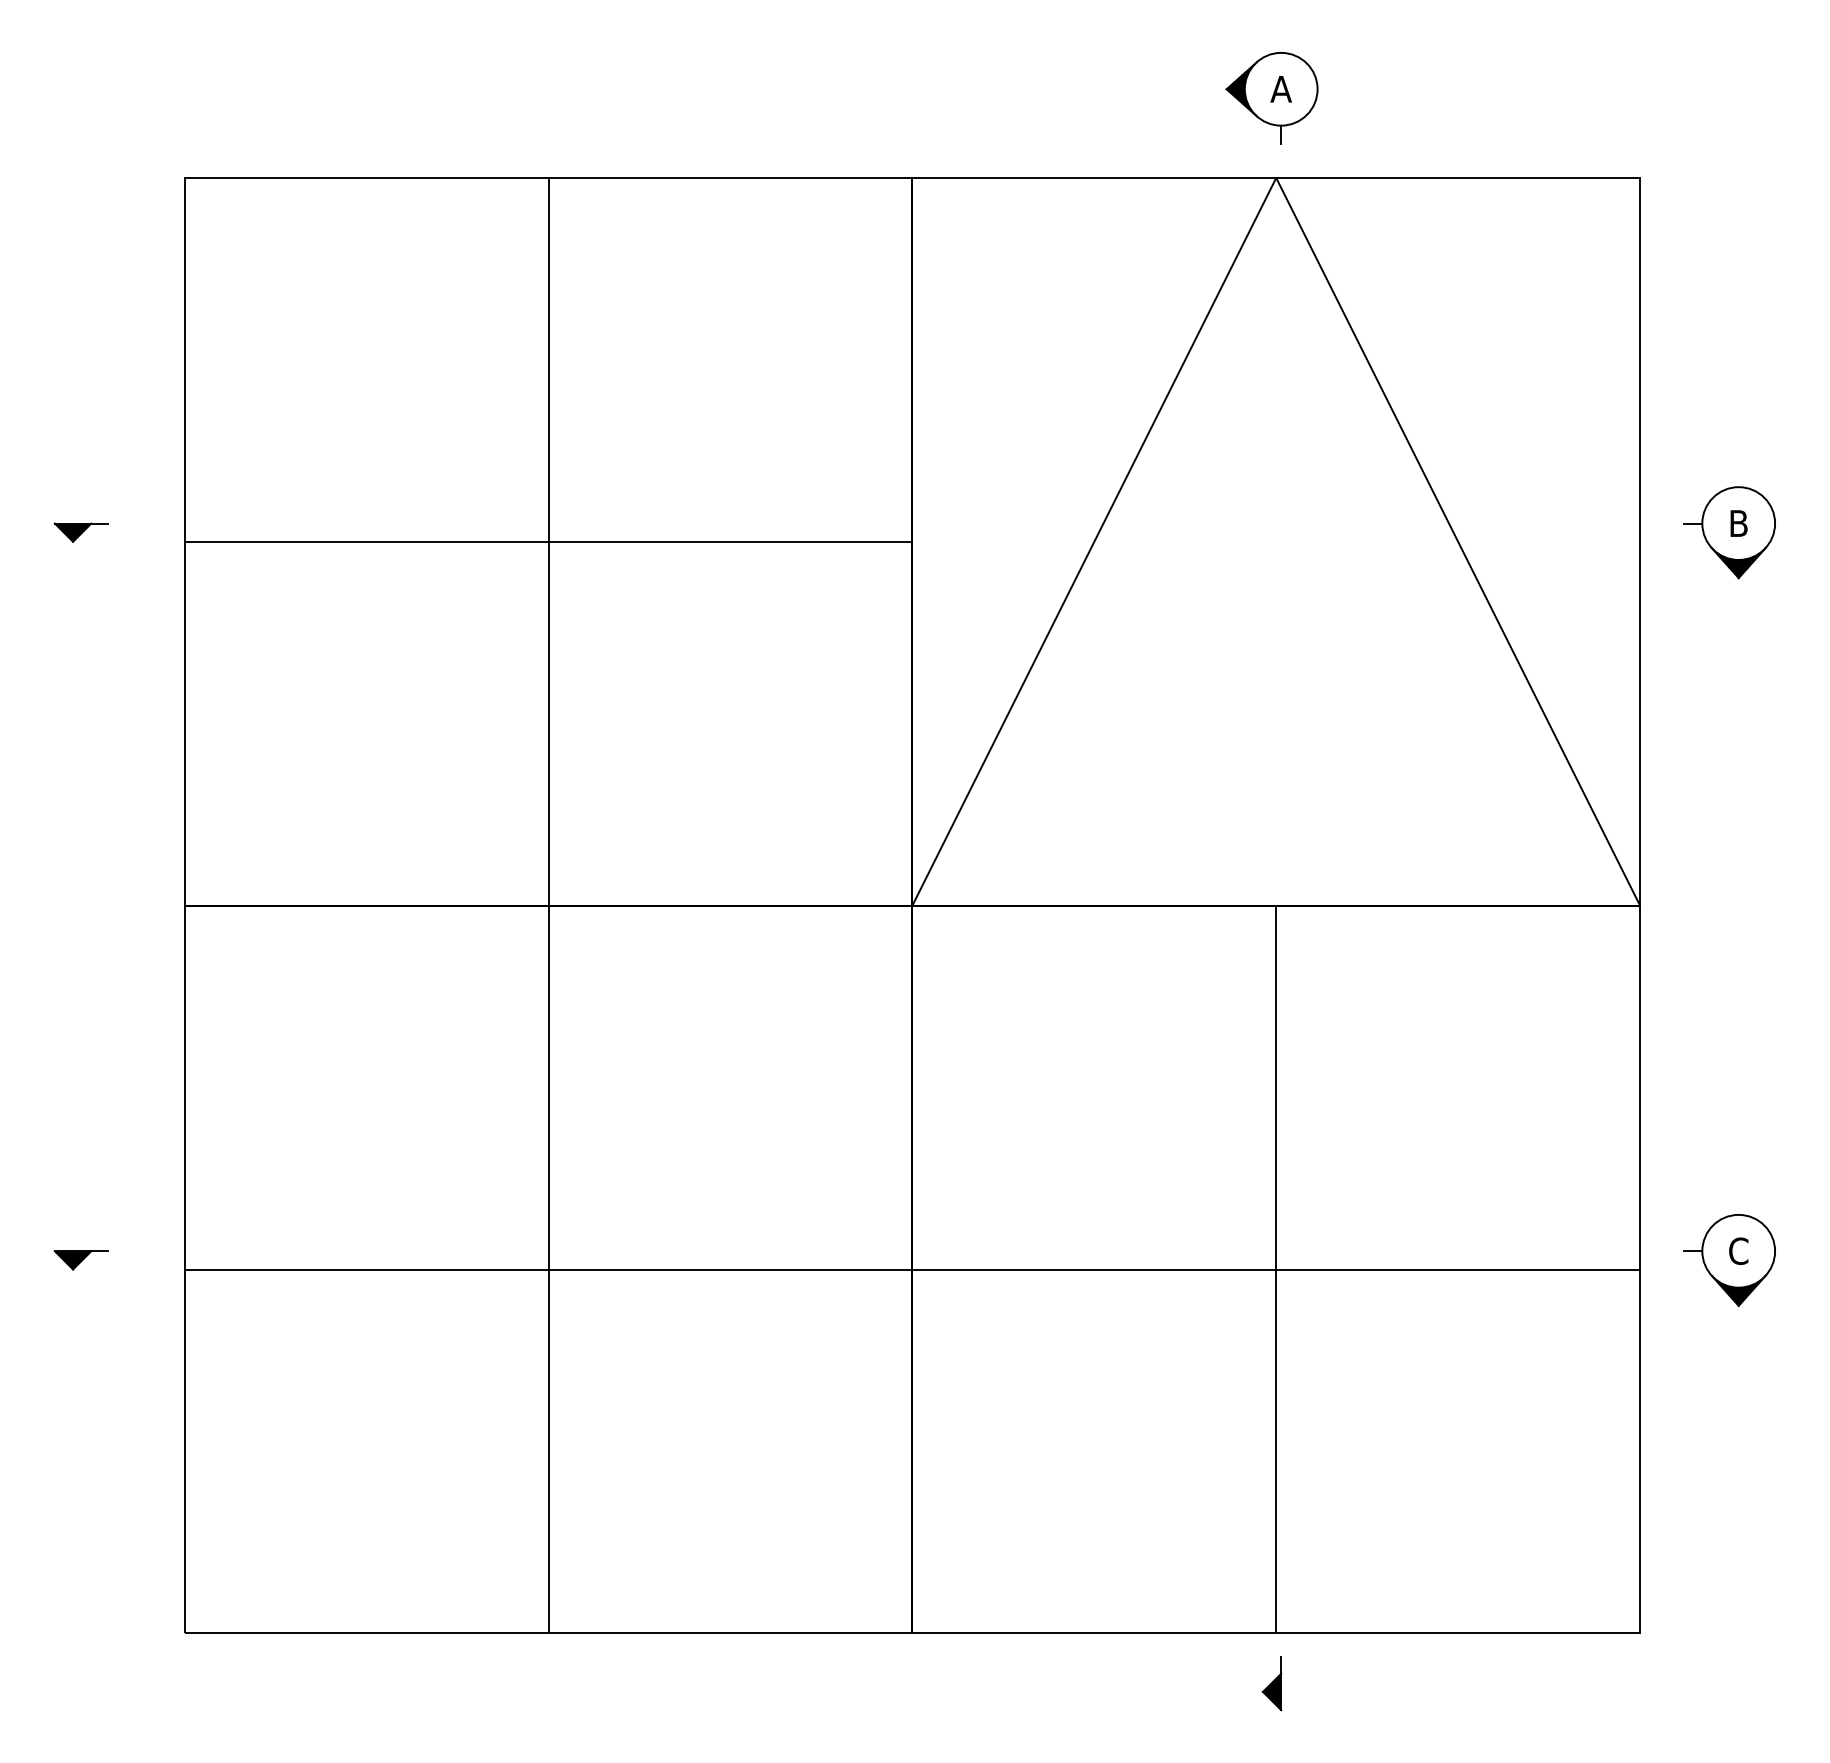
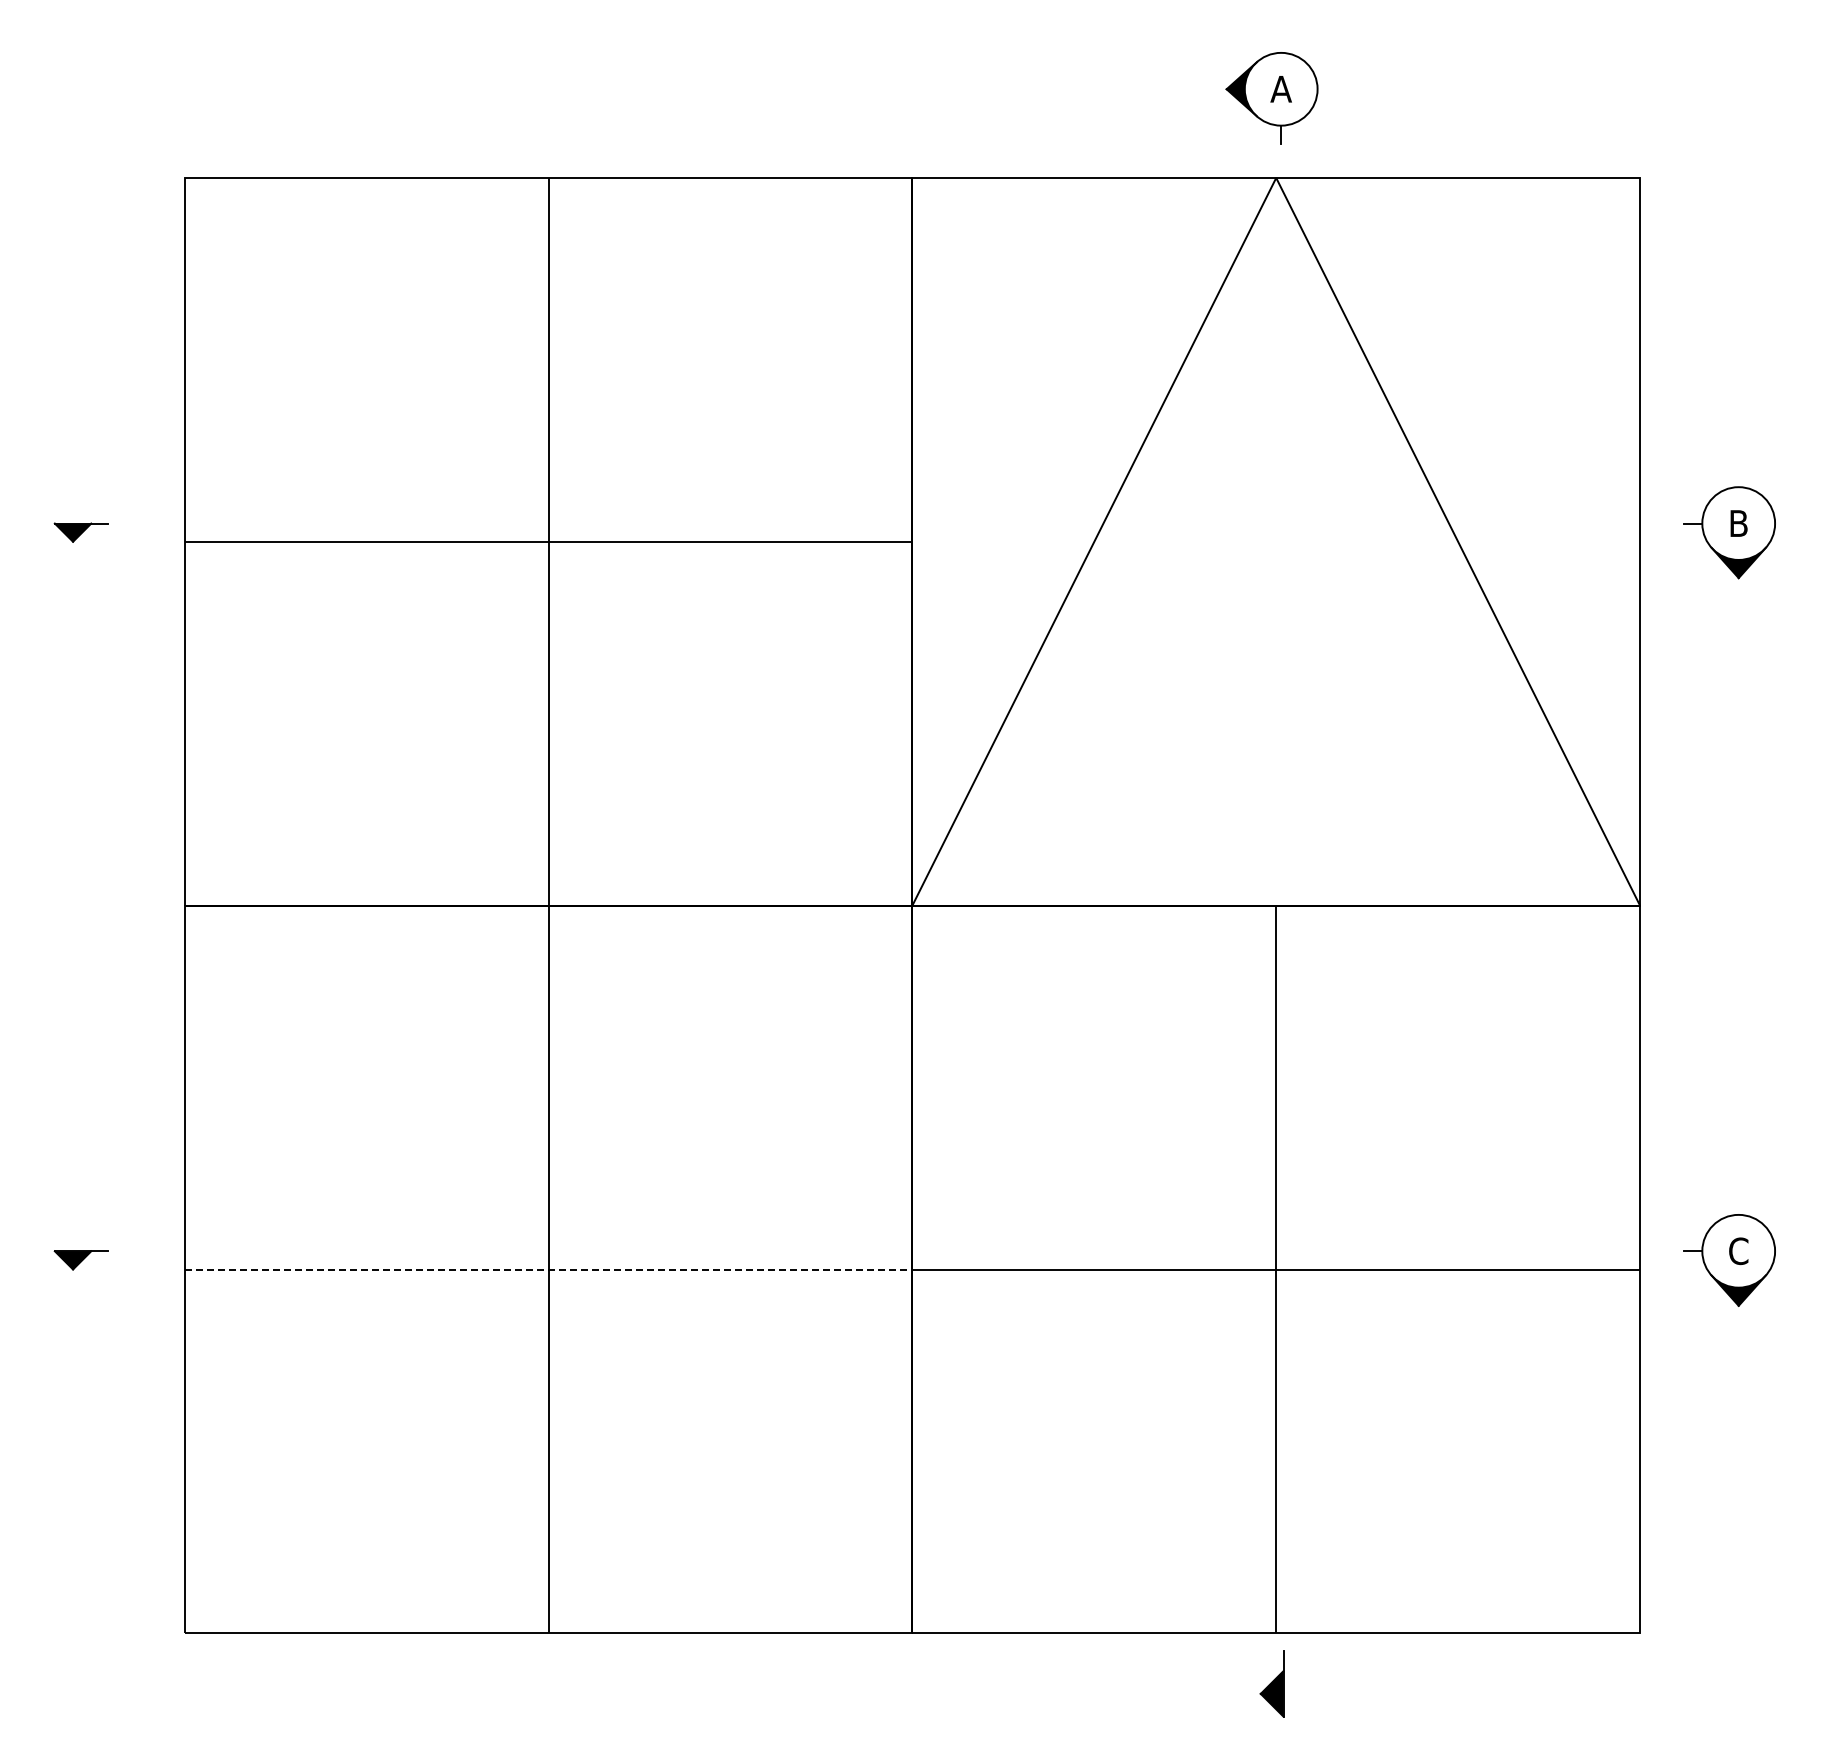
line at (548, 1269): solid -> dashed
part at (1271, 1683) size: 22x56 px -> 26x68 px
